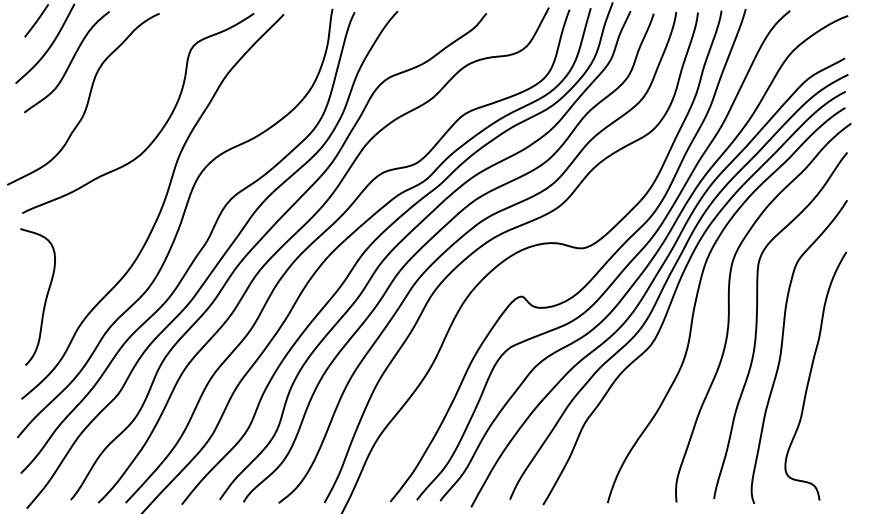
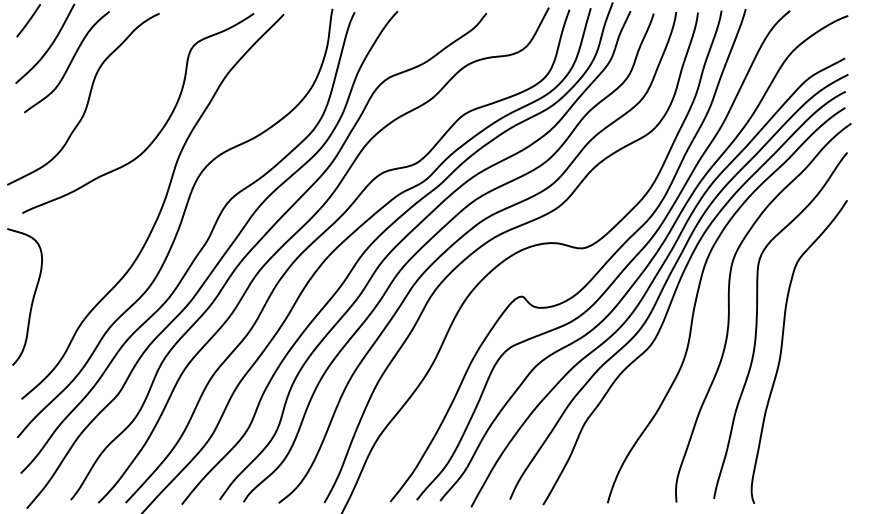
line at (36, 20) position: (36, 20) -> (28, 20)
curve at (45, 297) position: (45, 297) -> (32, 297)
curve at (811, 373): present -> none
